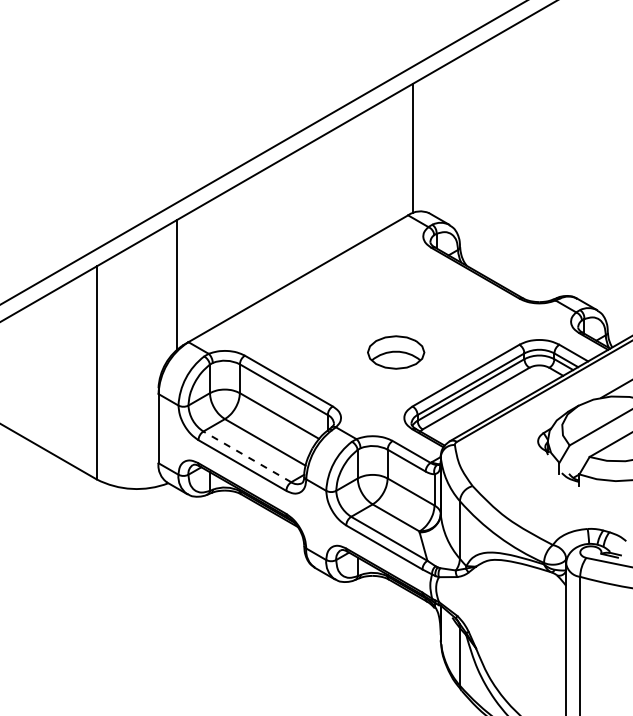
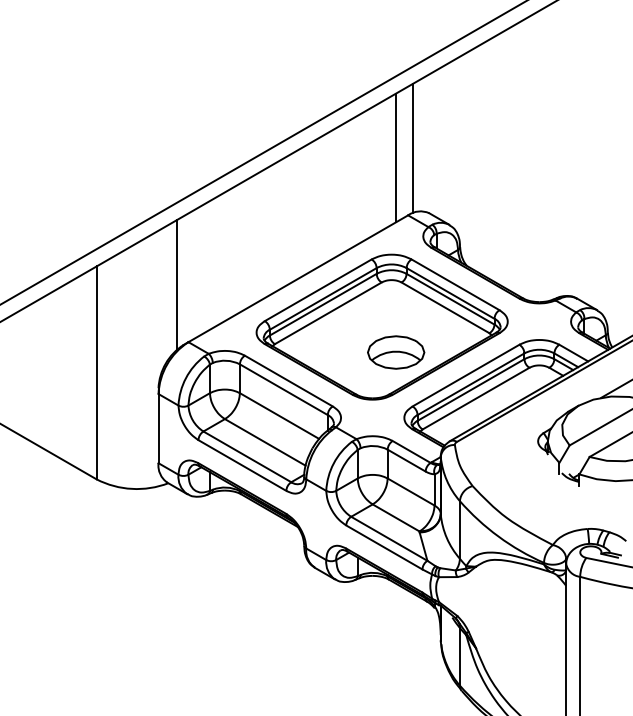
line at (396, 157): none -> present
part at (381, 326): none -> present
line at (247, 456): dashed -> solid
